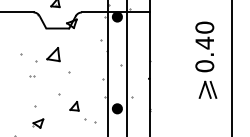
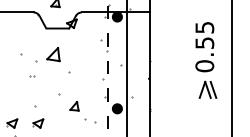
text at (204, 35): 0.40 -> 0.55
line at (108, 68): solid -> dashed
part at (12, 123): none -> present
